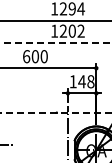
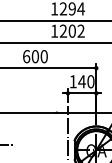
line at (56, 42): dashed -> solid
text at (90, 81): 148 -> 140
line at (55, 112): dashed -> solid
